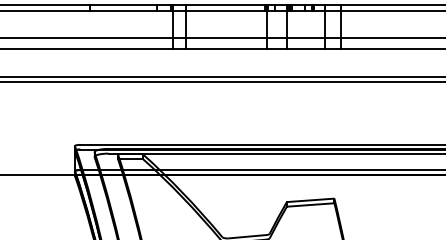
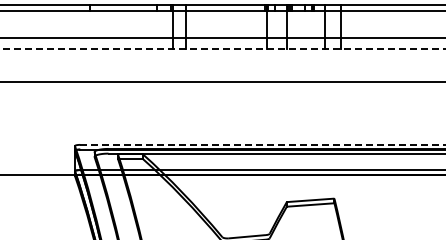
line at (222, 48): solid -> dashed
line at (222, 76): present -> none
line at (263, 144): solid -> dashed
